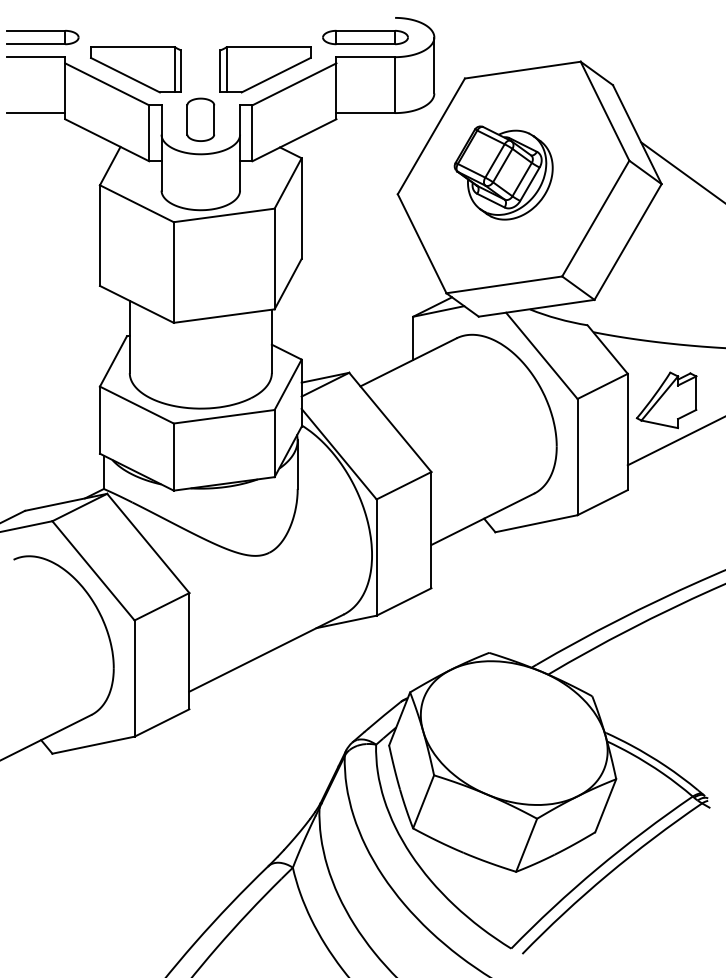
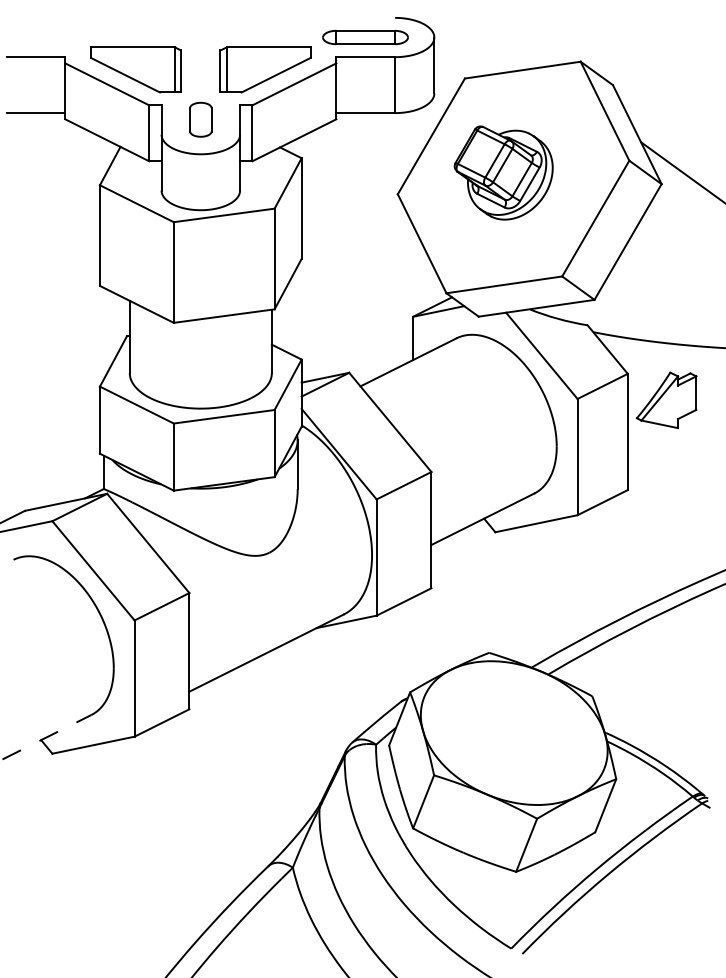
part at (42, 37): present -> none
part at (200, 119) size: 30x45 px -> 24x37 px
line at (674, 441): present -> none
line at (45, 737): solid -> dashed
